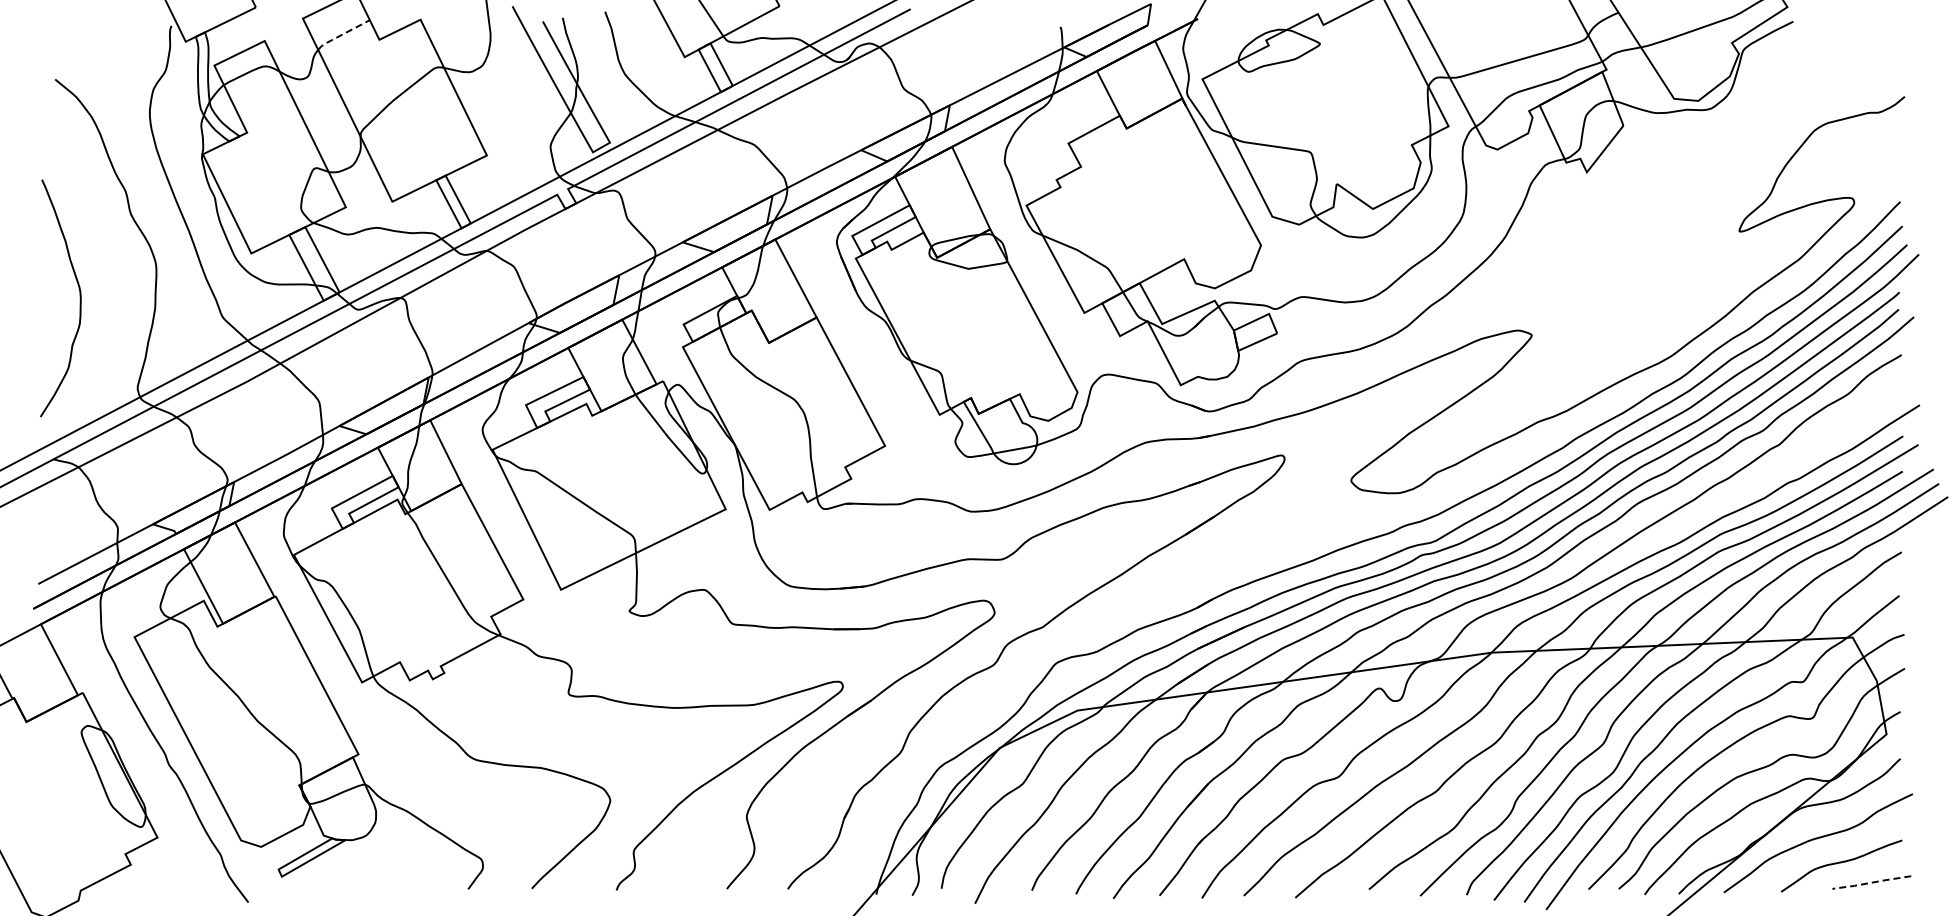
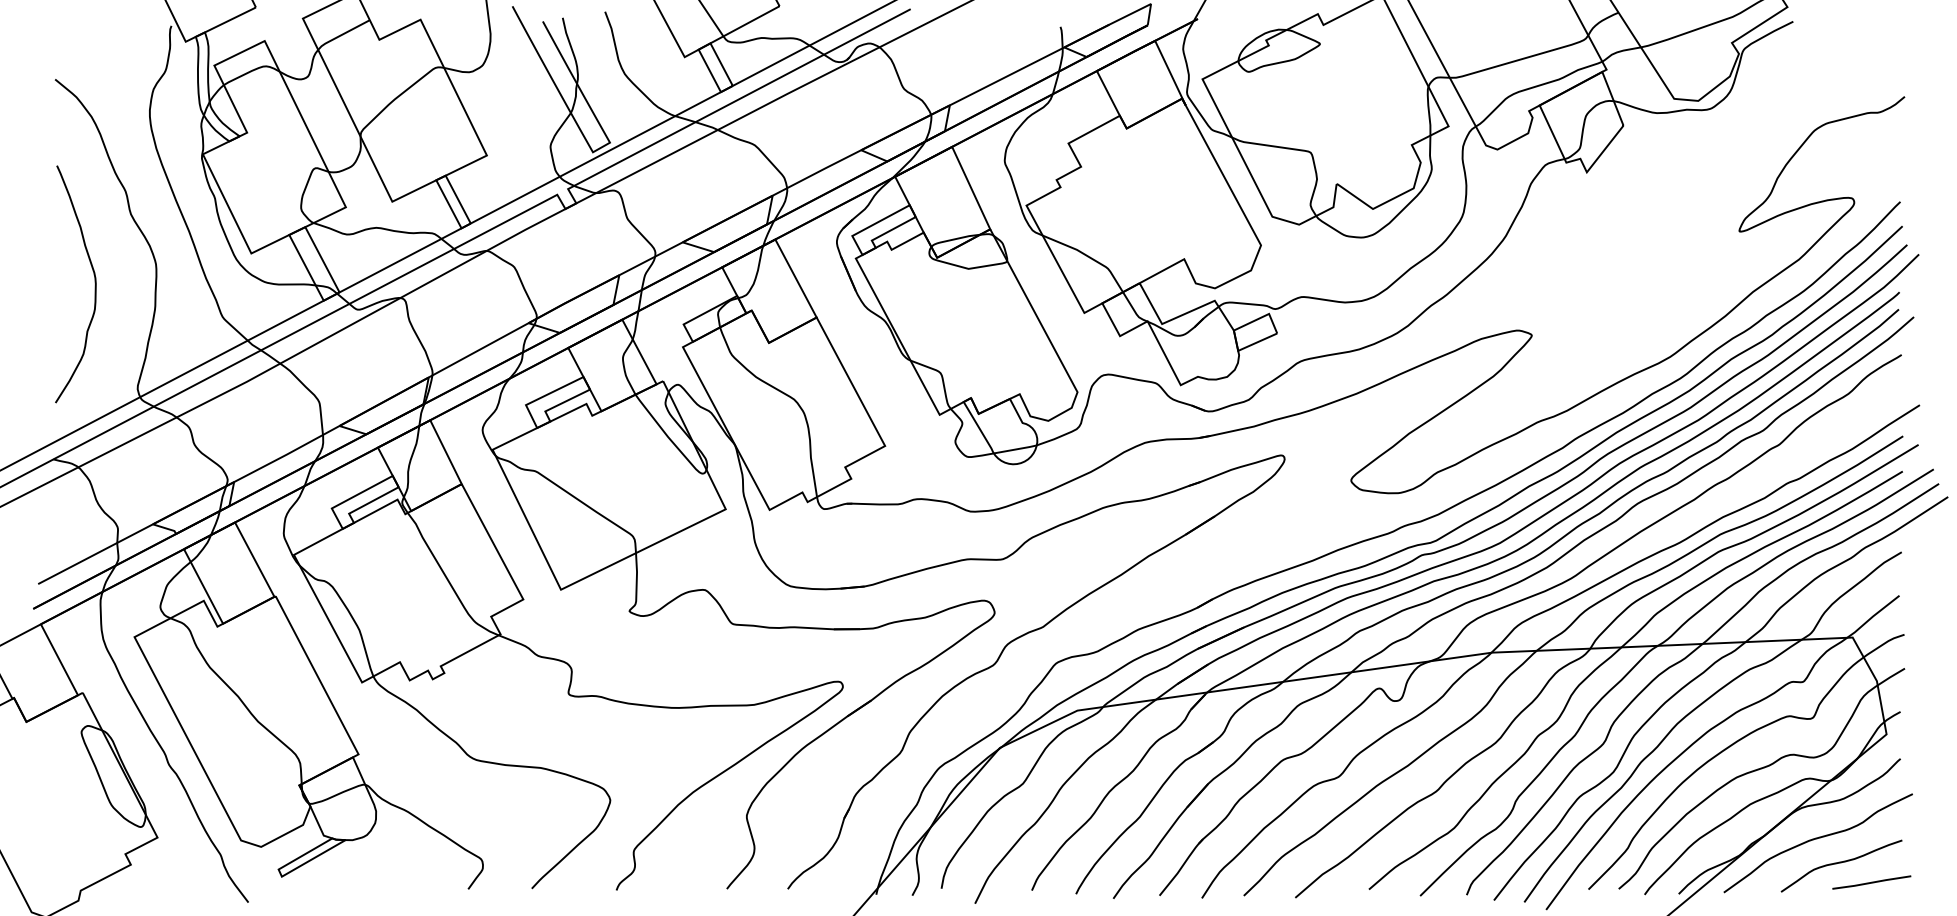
line at (342, 34): dashed -> solid
curve at (79, 298) position: (79, 298) -> (94, 284)
line at (1871, 882): dashed -> solid
